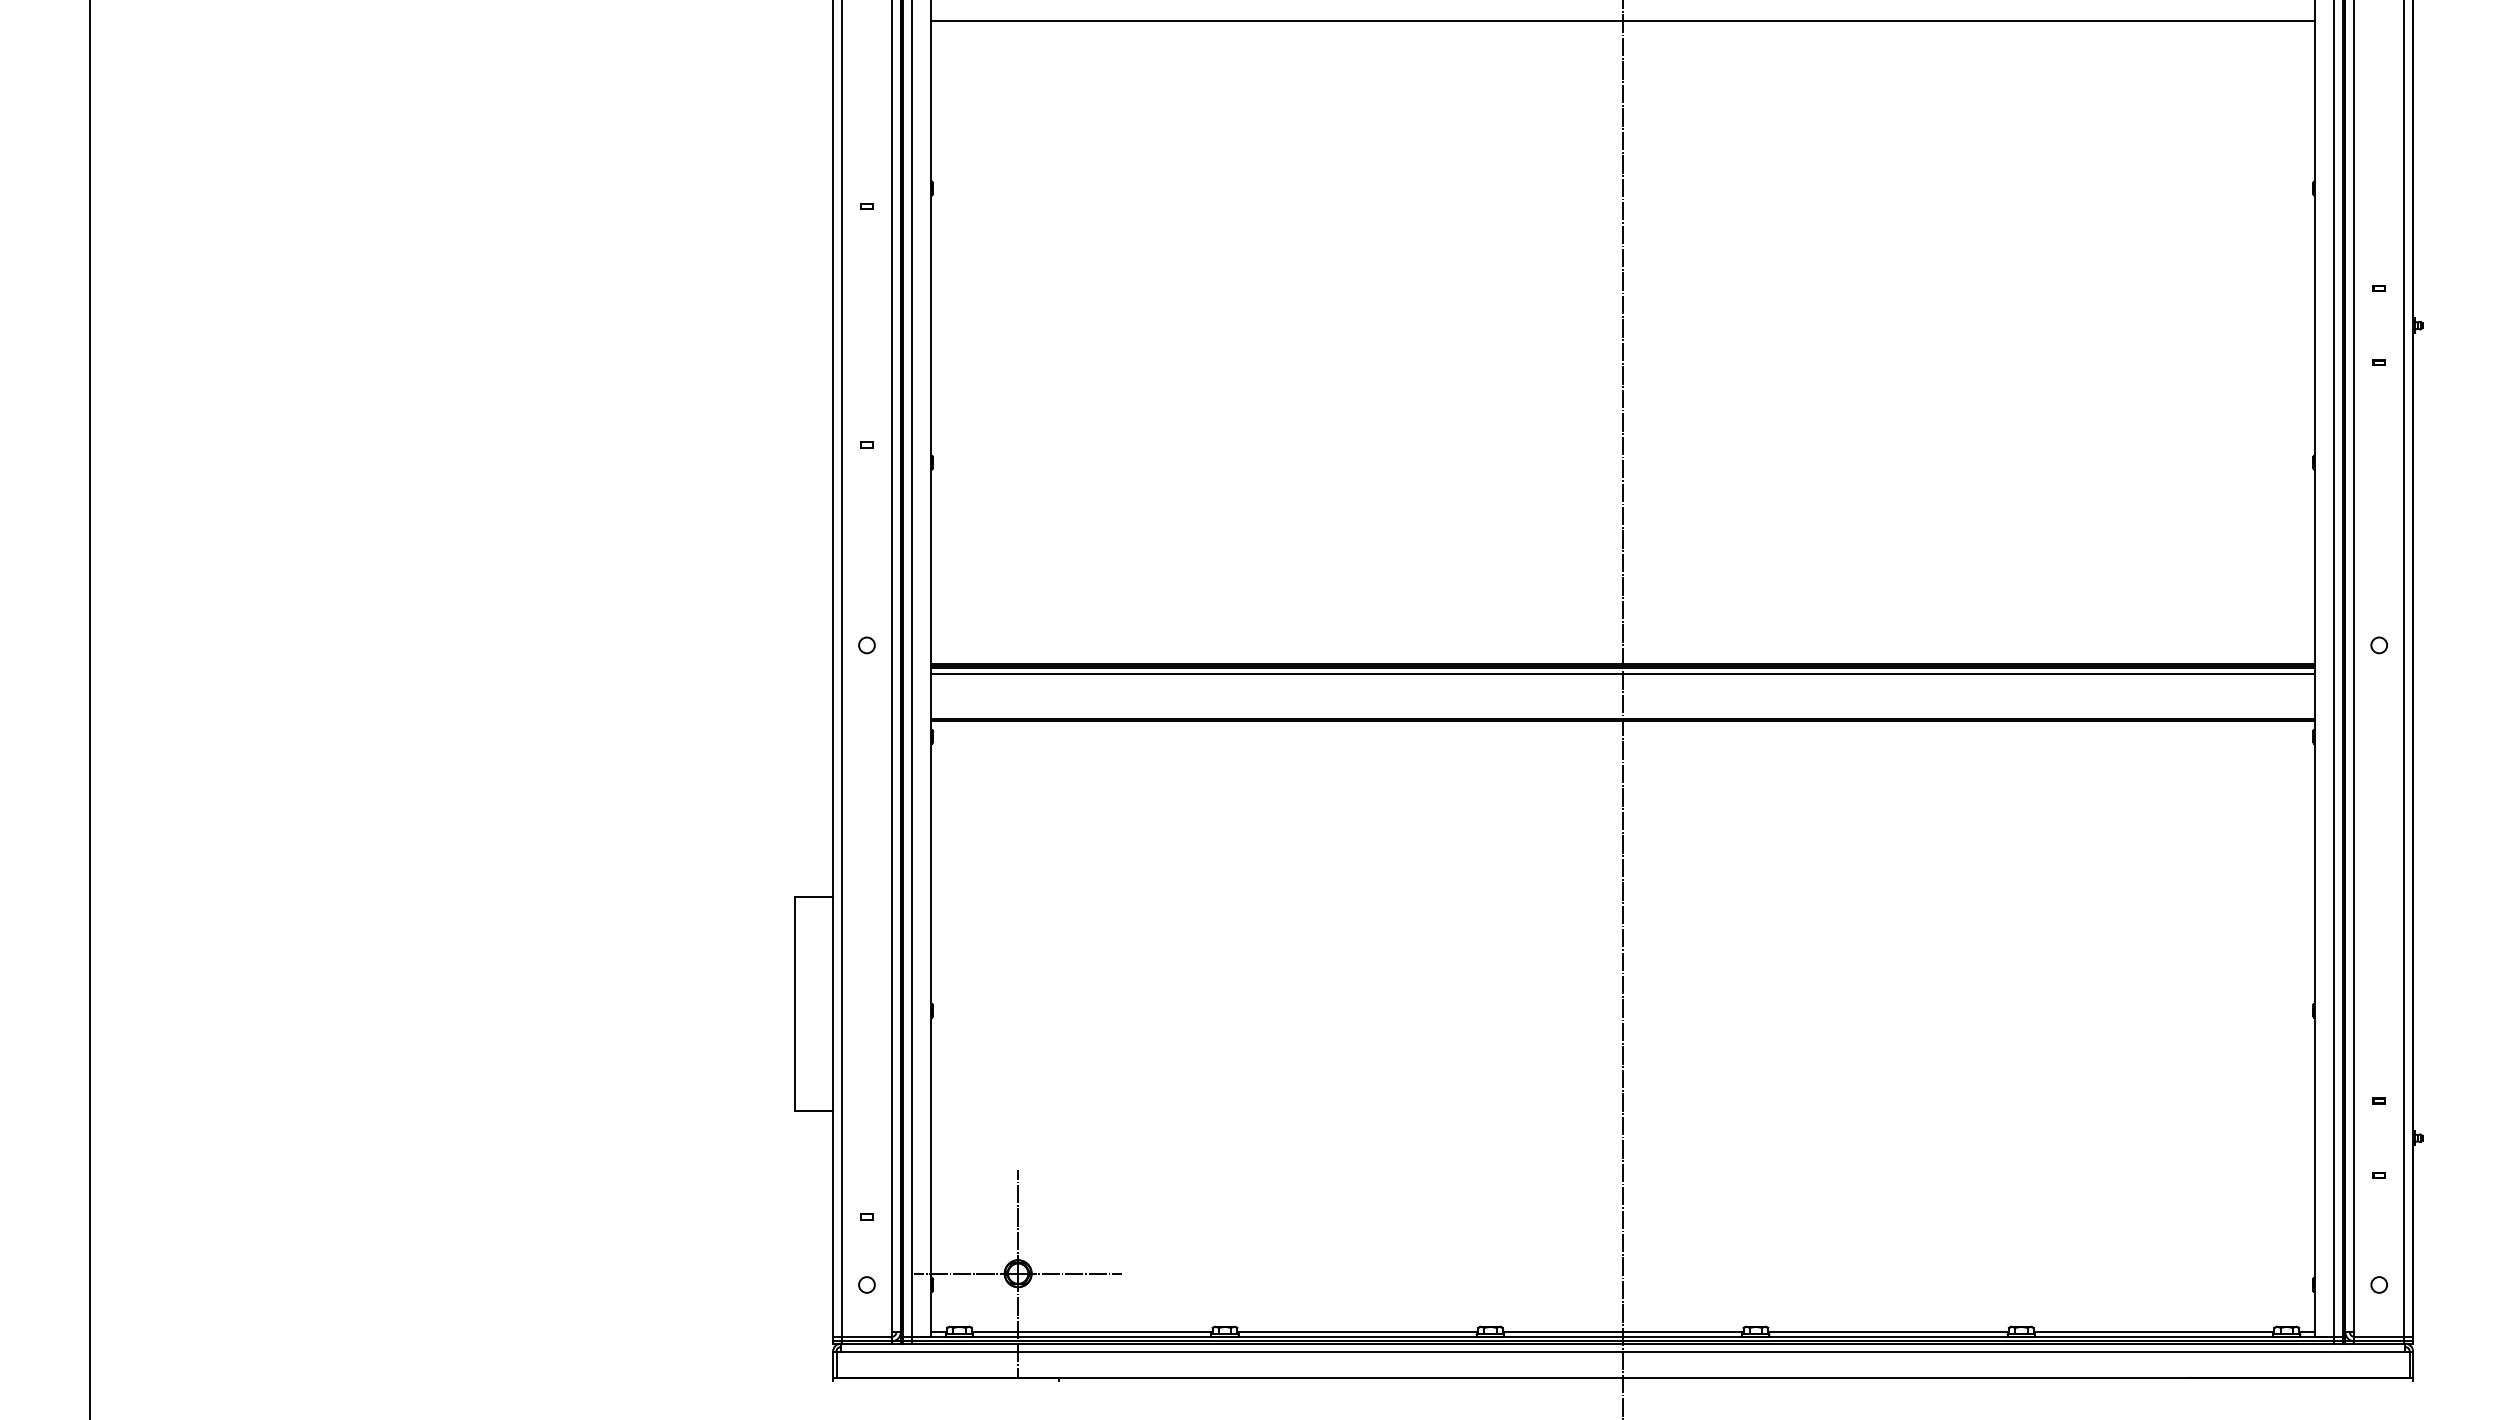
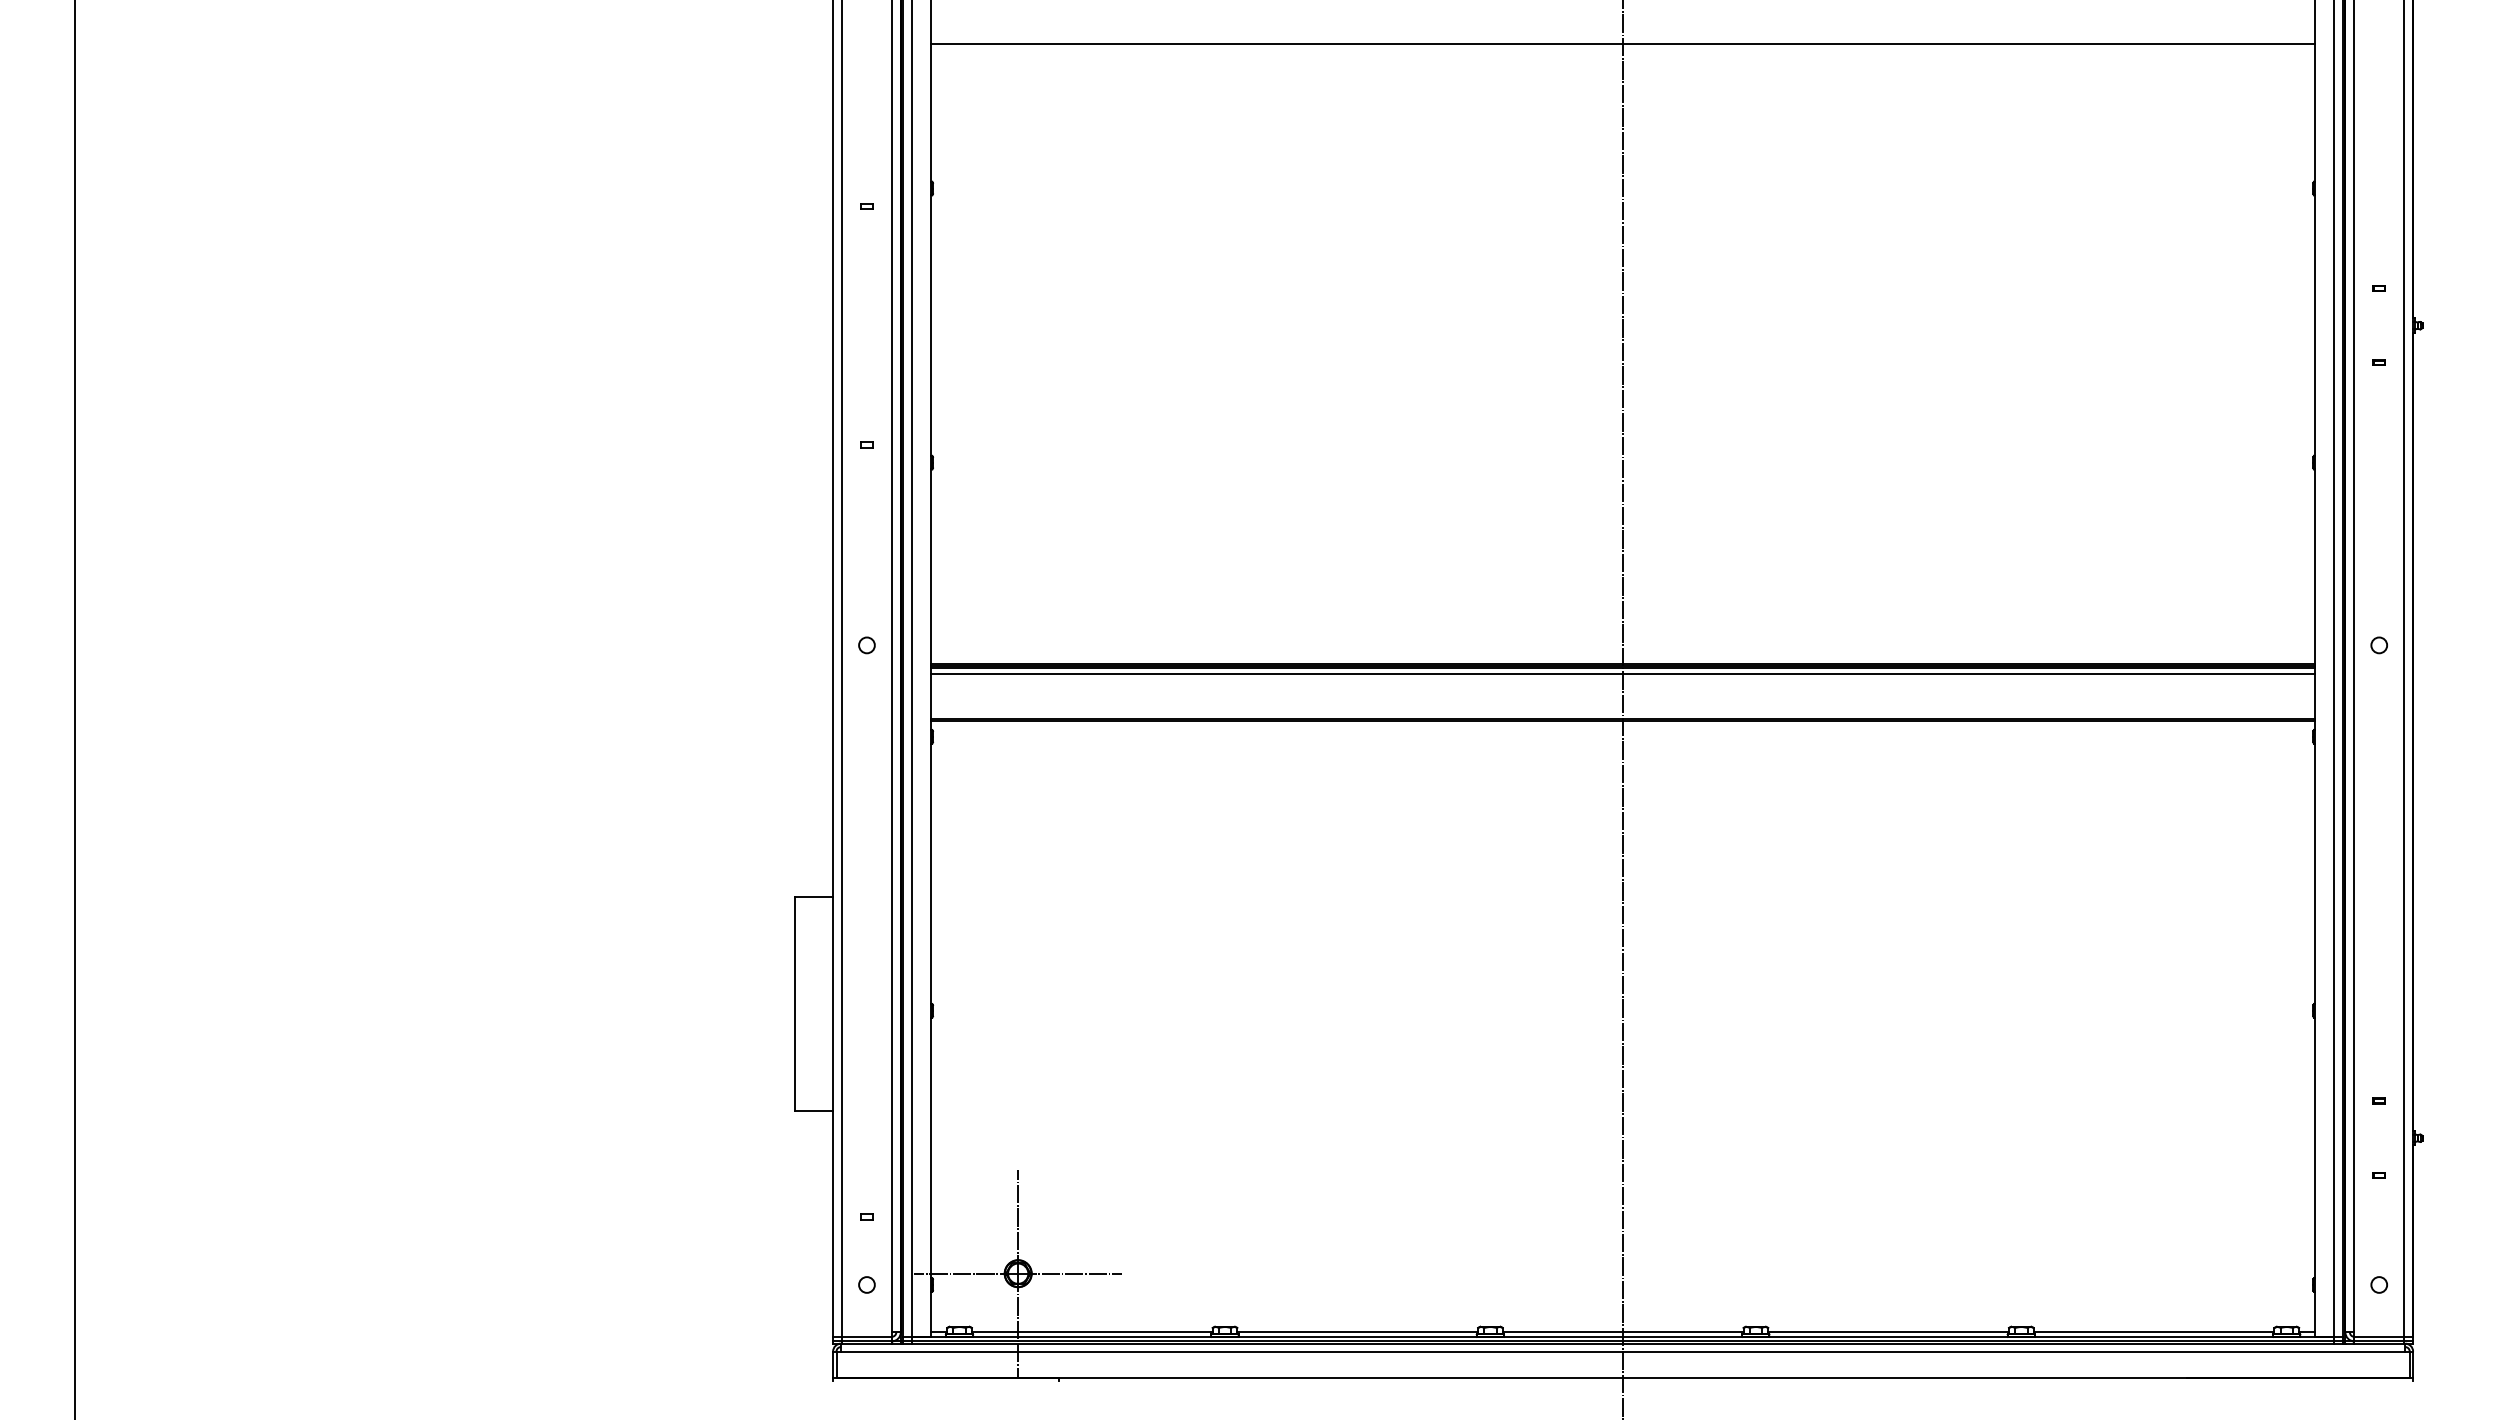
line at (1622, 20) position: (1622, 20) -> (1622, 43)
line at (89, 709) position: (89, 709) -> (74, 709)
